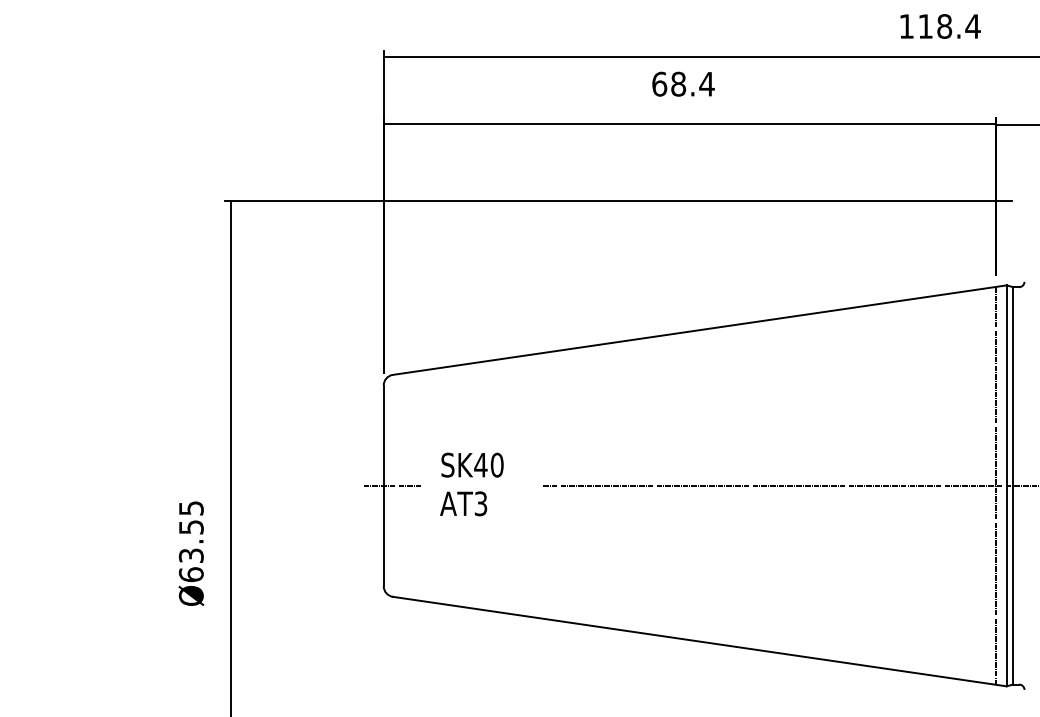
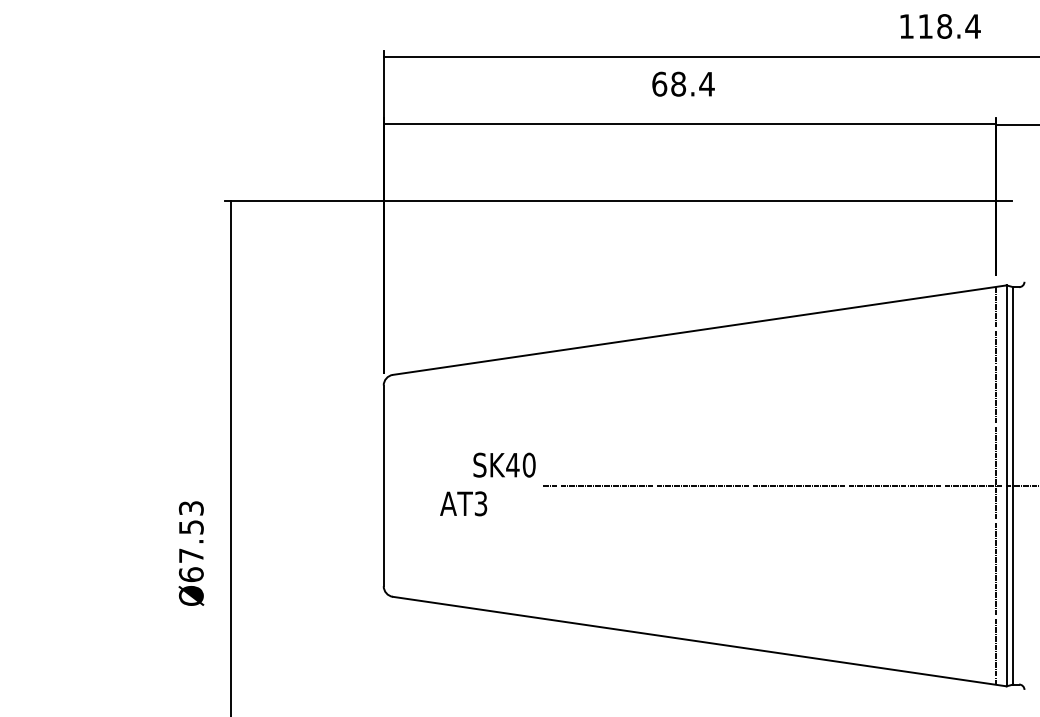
text at (472, 464) position: (472, 464) -> (504, 464)
line at (392, 485): present -> none
text at (190, 531): Ø63.55 -> Ø67.53
